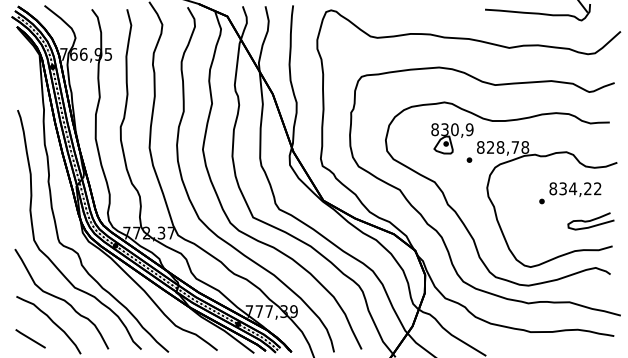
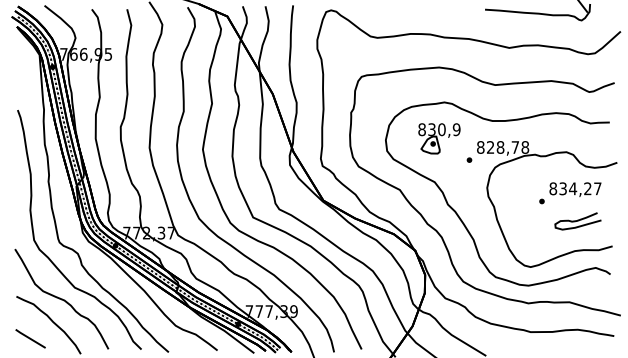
part at (452, 138) position: (452, 138) -> (439, 138)
text at (597, 188): 834,22 -> 834,27
curve at (590, 221) position: (590, 221) -> (577, 221)
